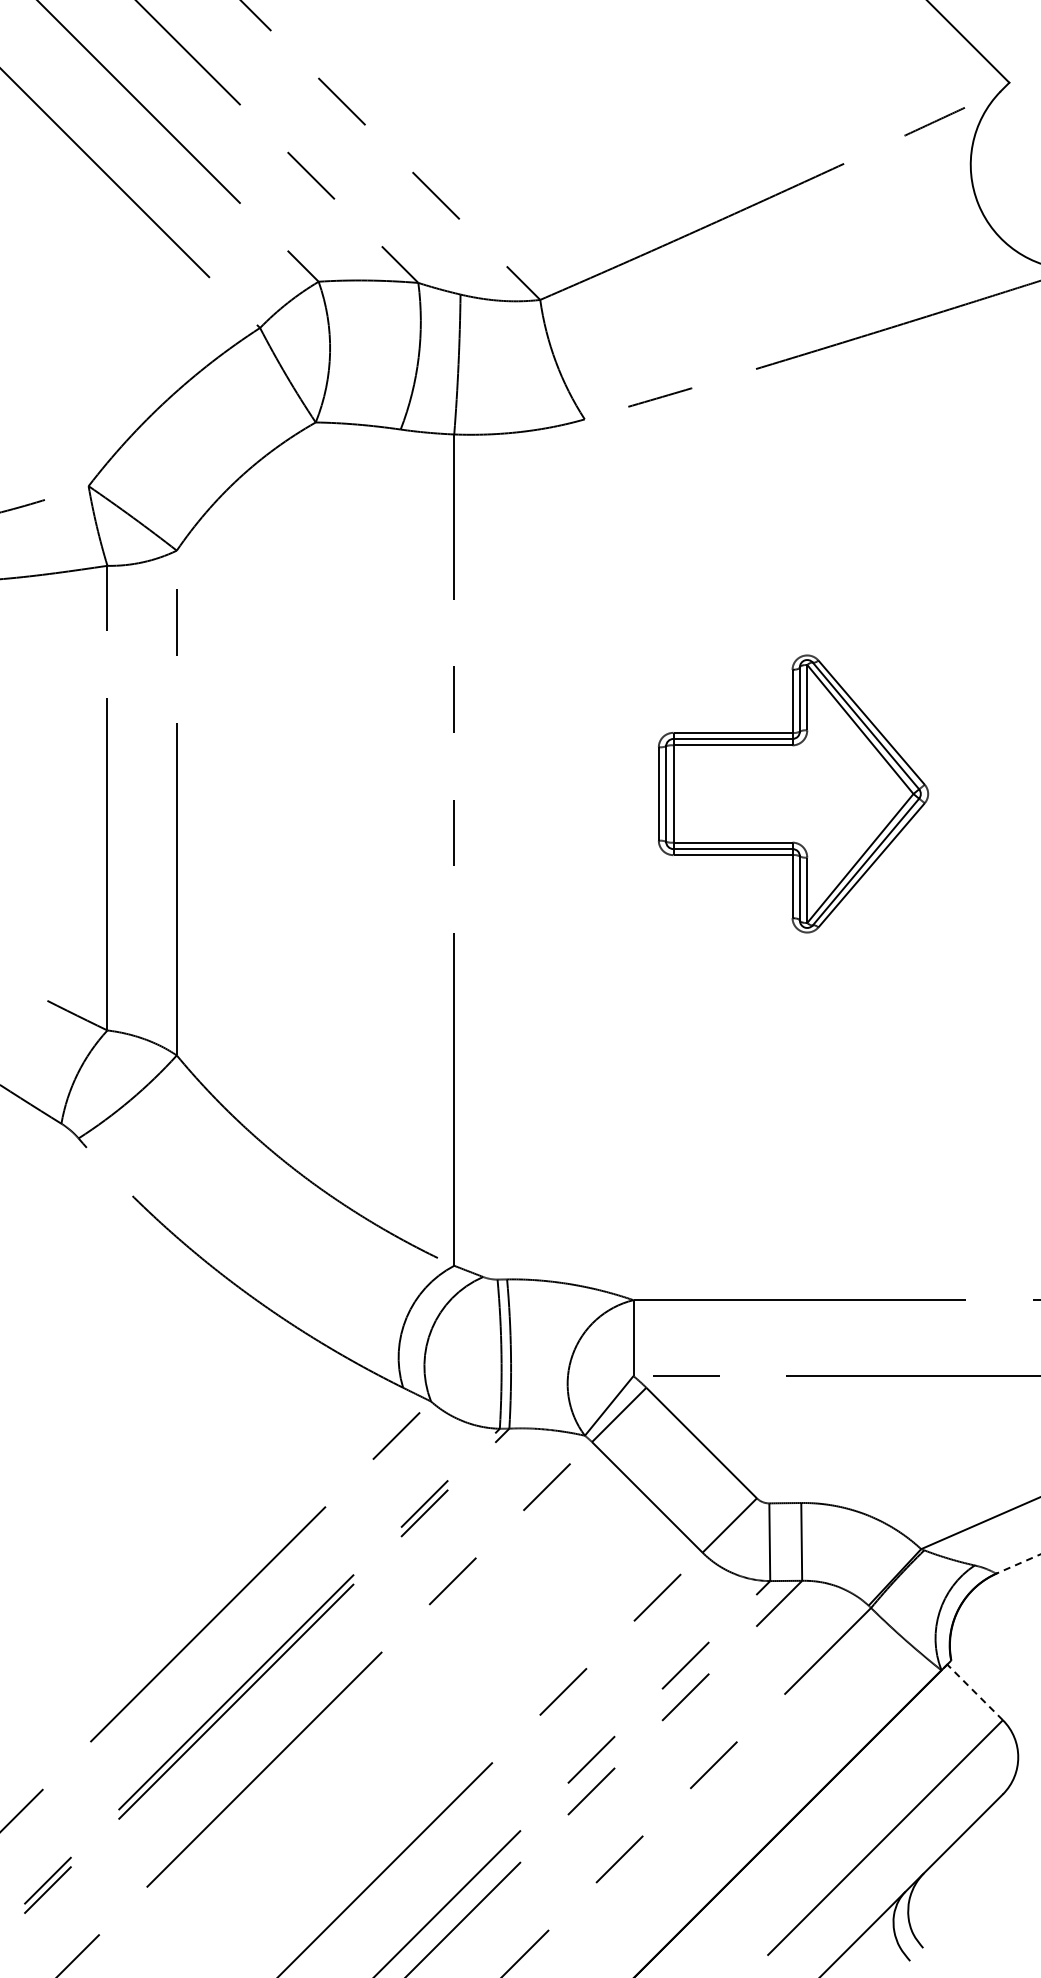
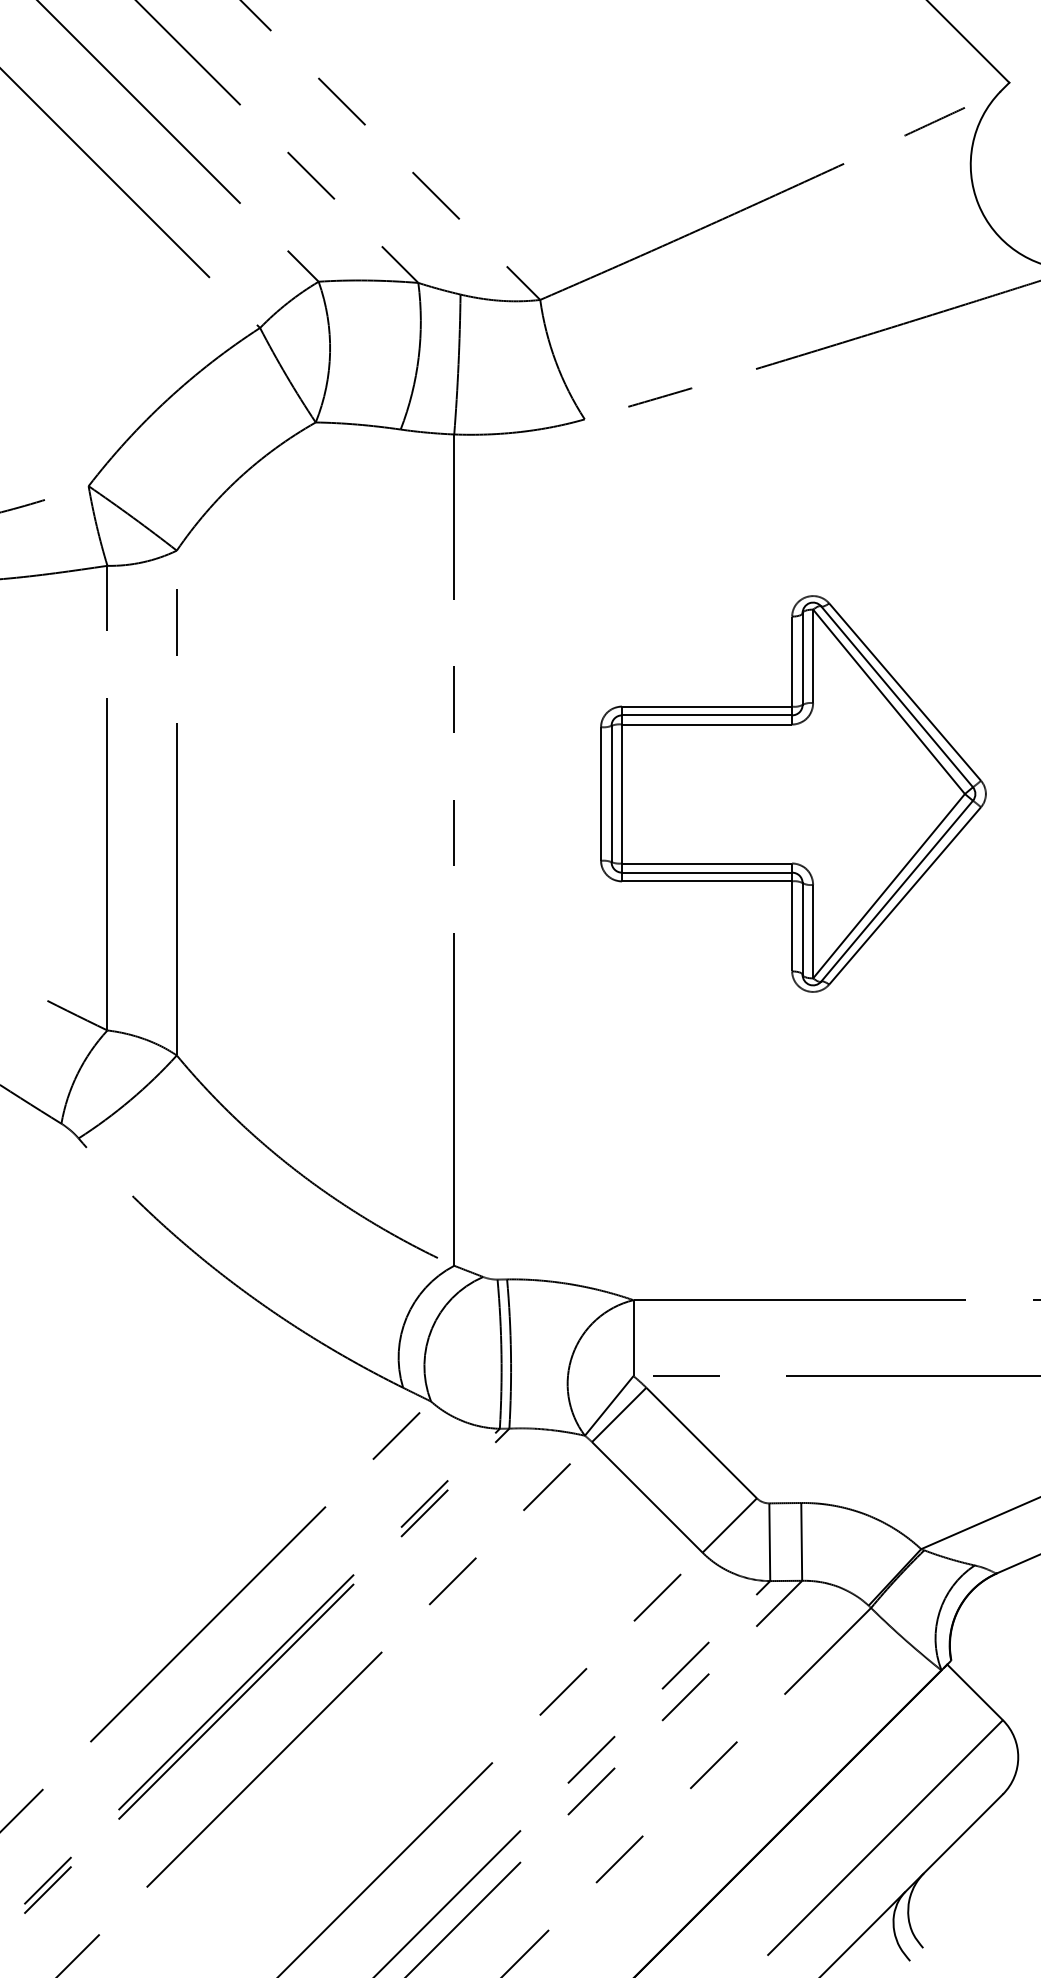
part at (793, 793) size: 272x280 px -> 387x398 px
line at (1018, 1563): dashed -> solid
line at (974, 1692): dashed -> solid
